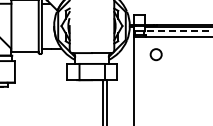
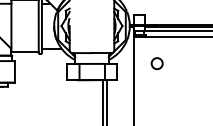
line at (179, 31): dashed -> solid
circle at (155, 54) position: (155, 54) -> (156, 63)
